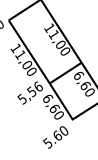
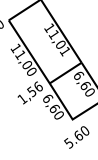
text at (65, 51): 11,00 -> 11,01
text at (22, 99): 5,56 -> 1,56
text at (55, 137) position: (55, 137) -> (76, 137)
